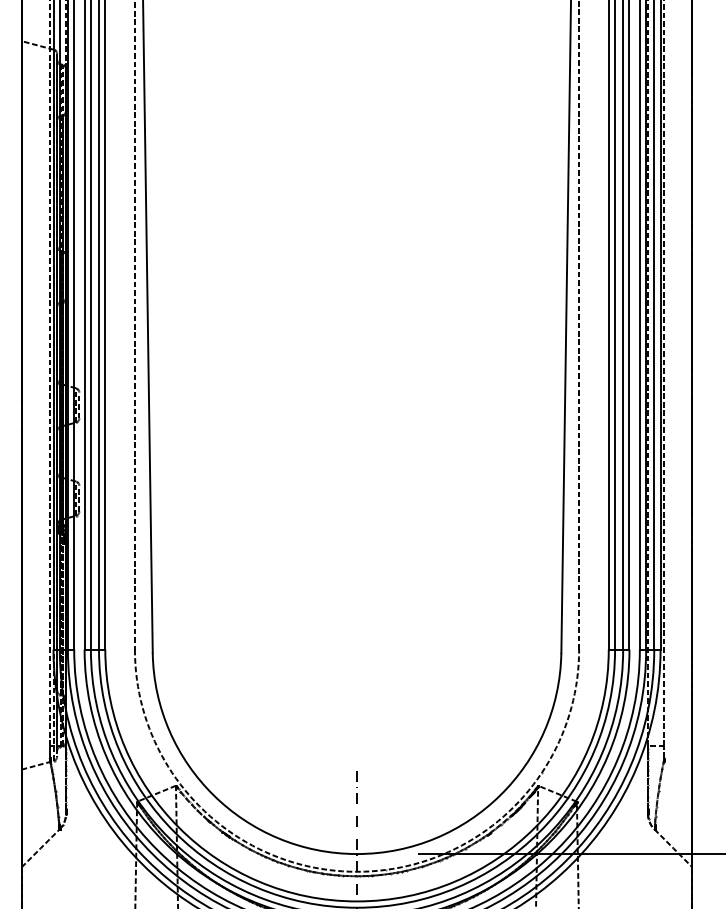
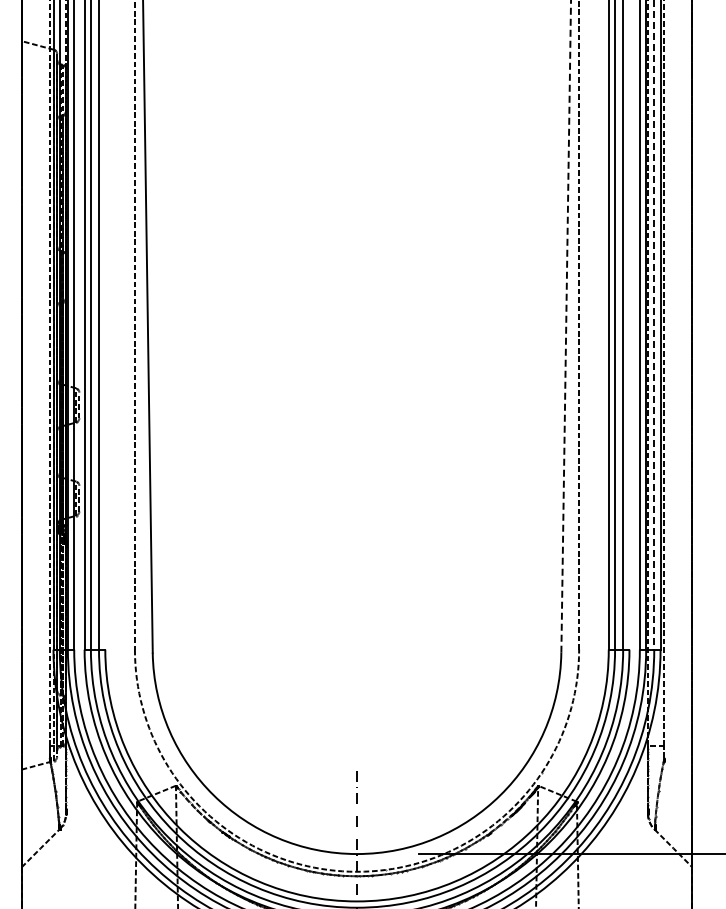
line at (105, 325): present -> none
line at (629, 325): present -> none
line at (654, 325): solid -> dashed
line at (566, 326): solid -> dashed
